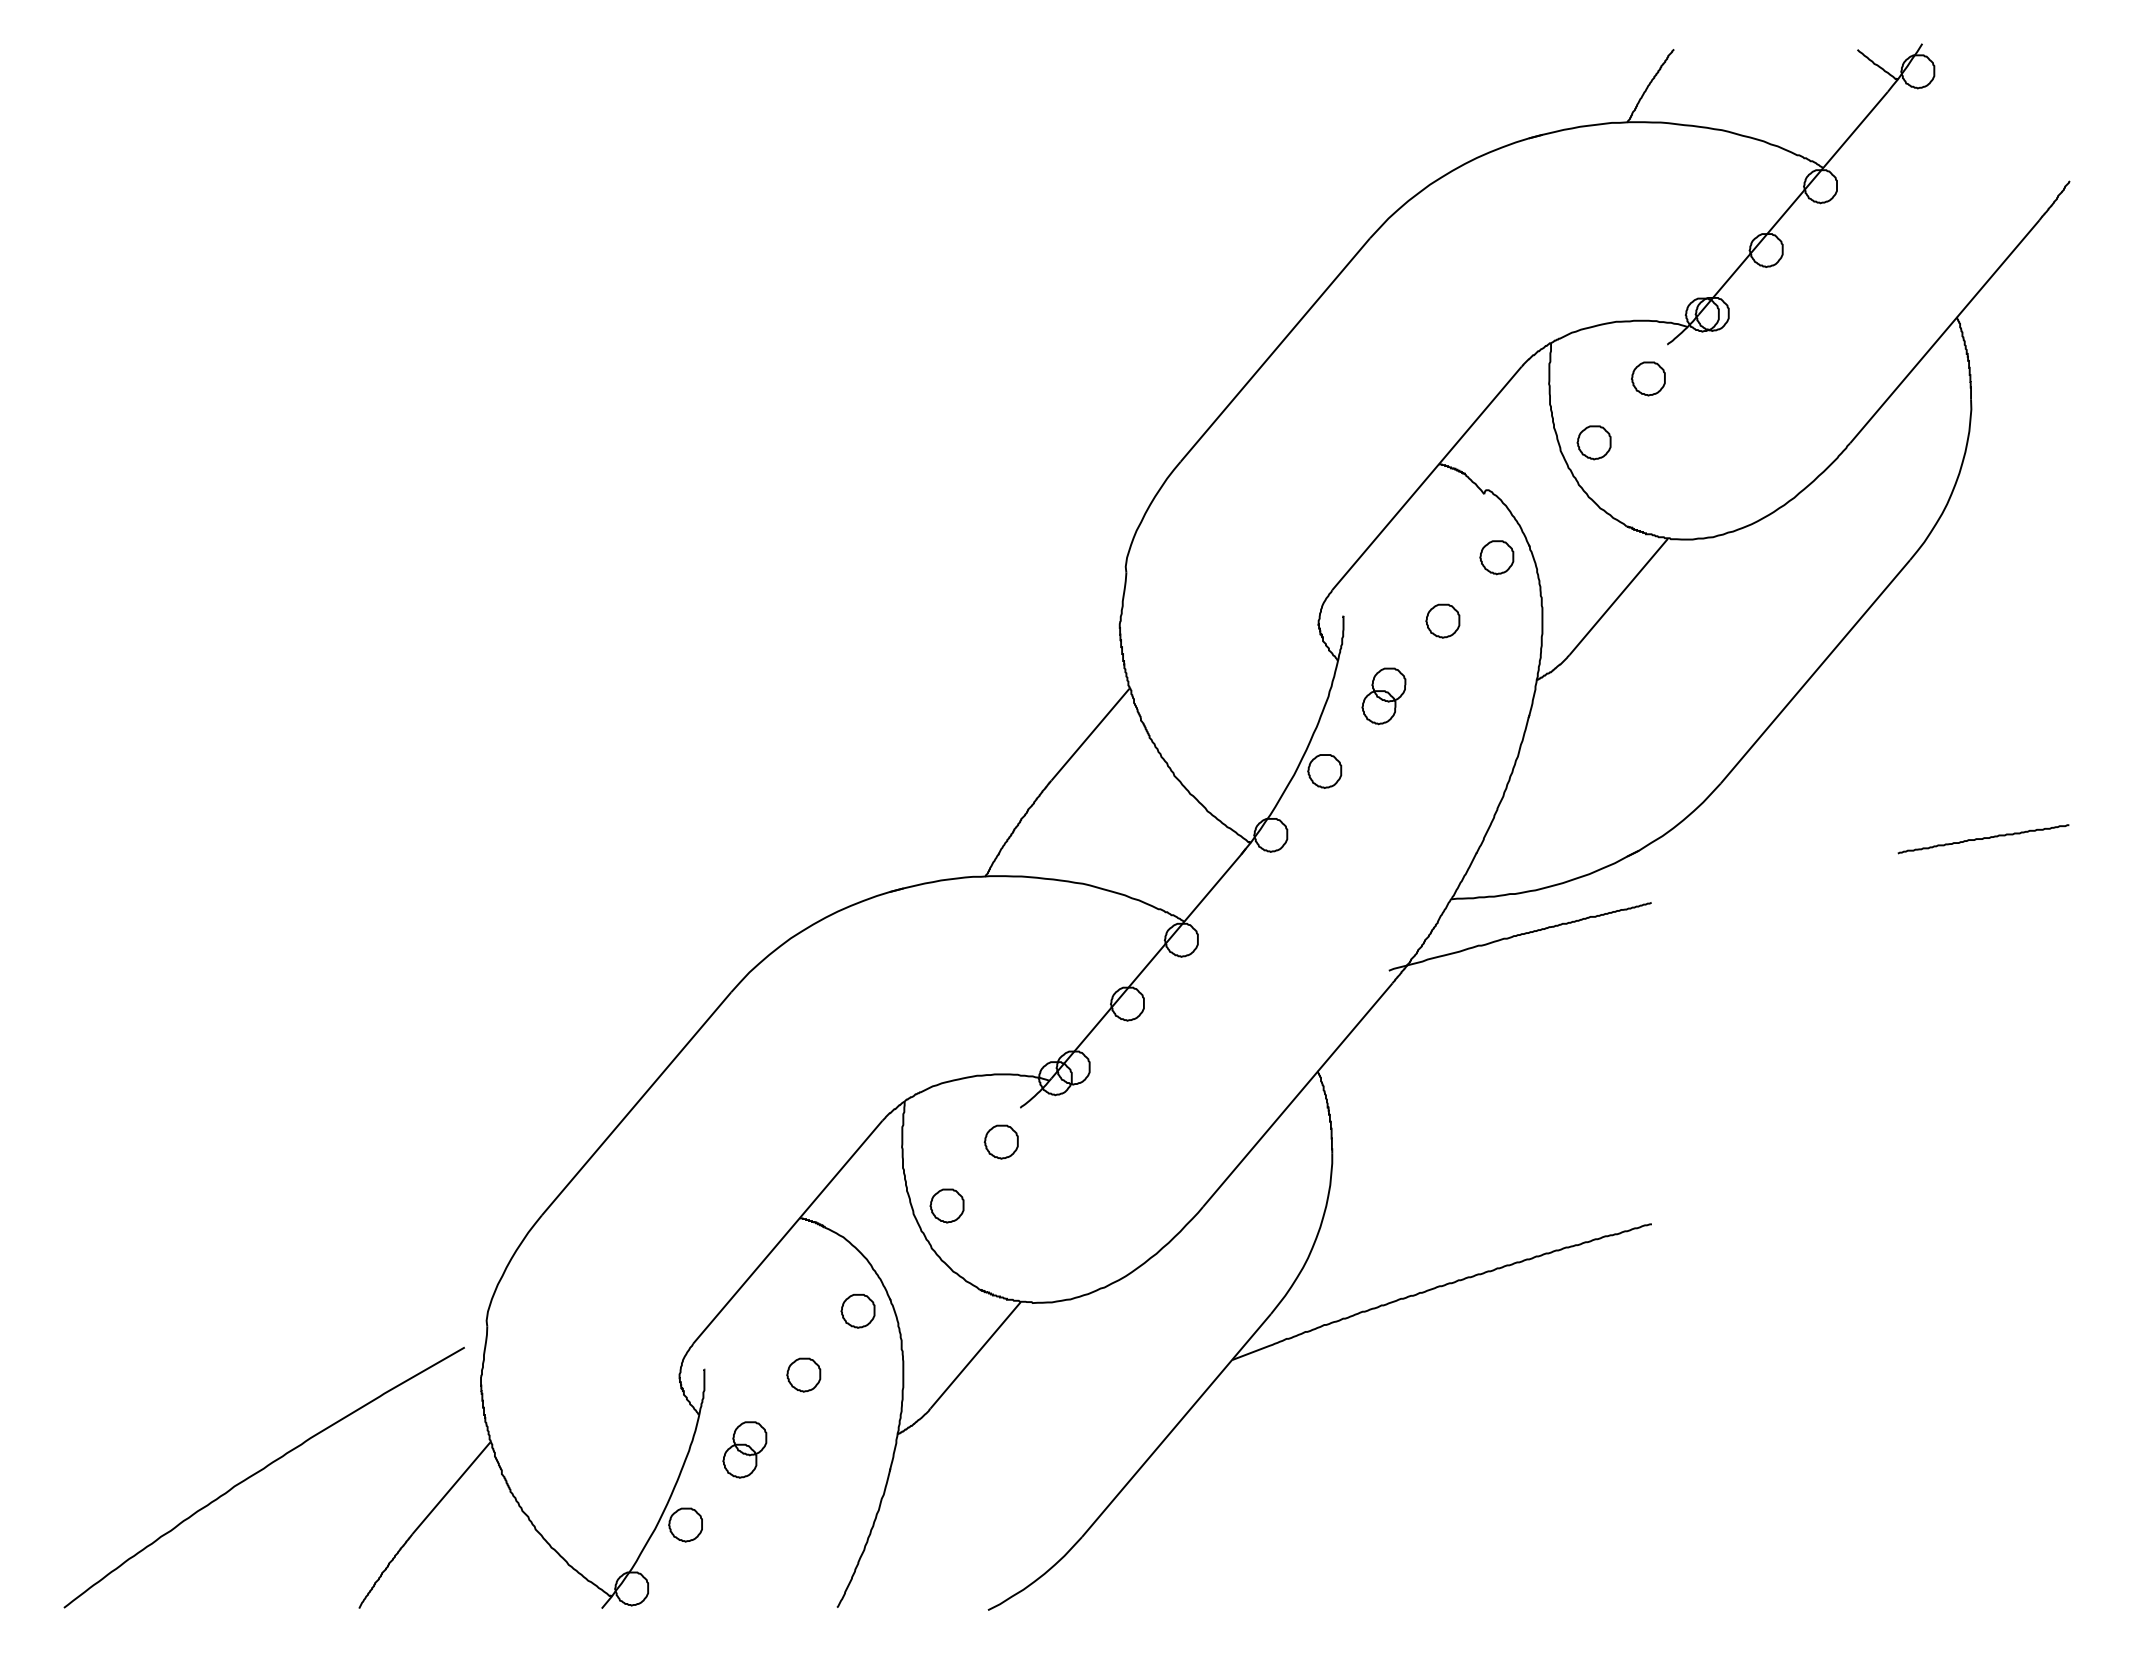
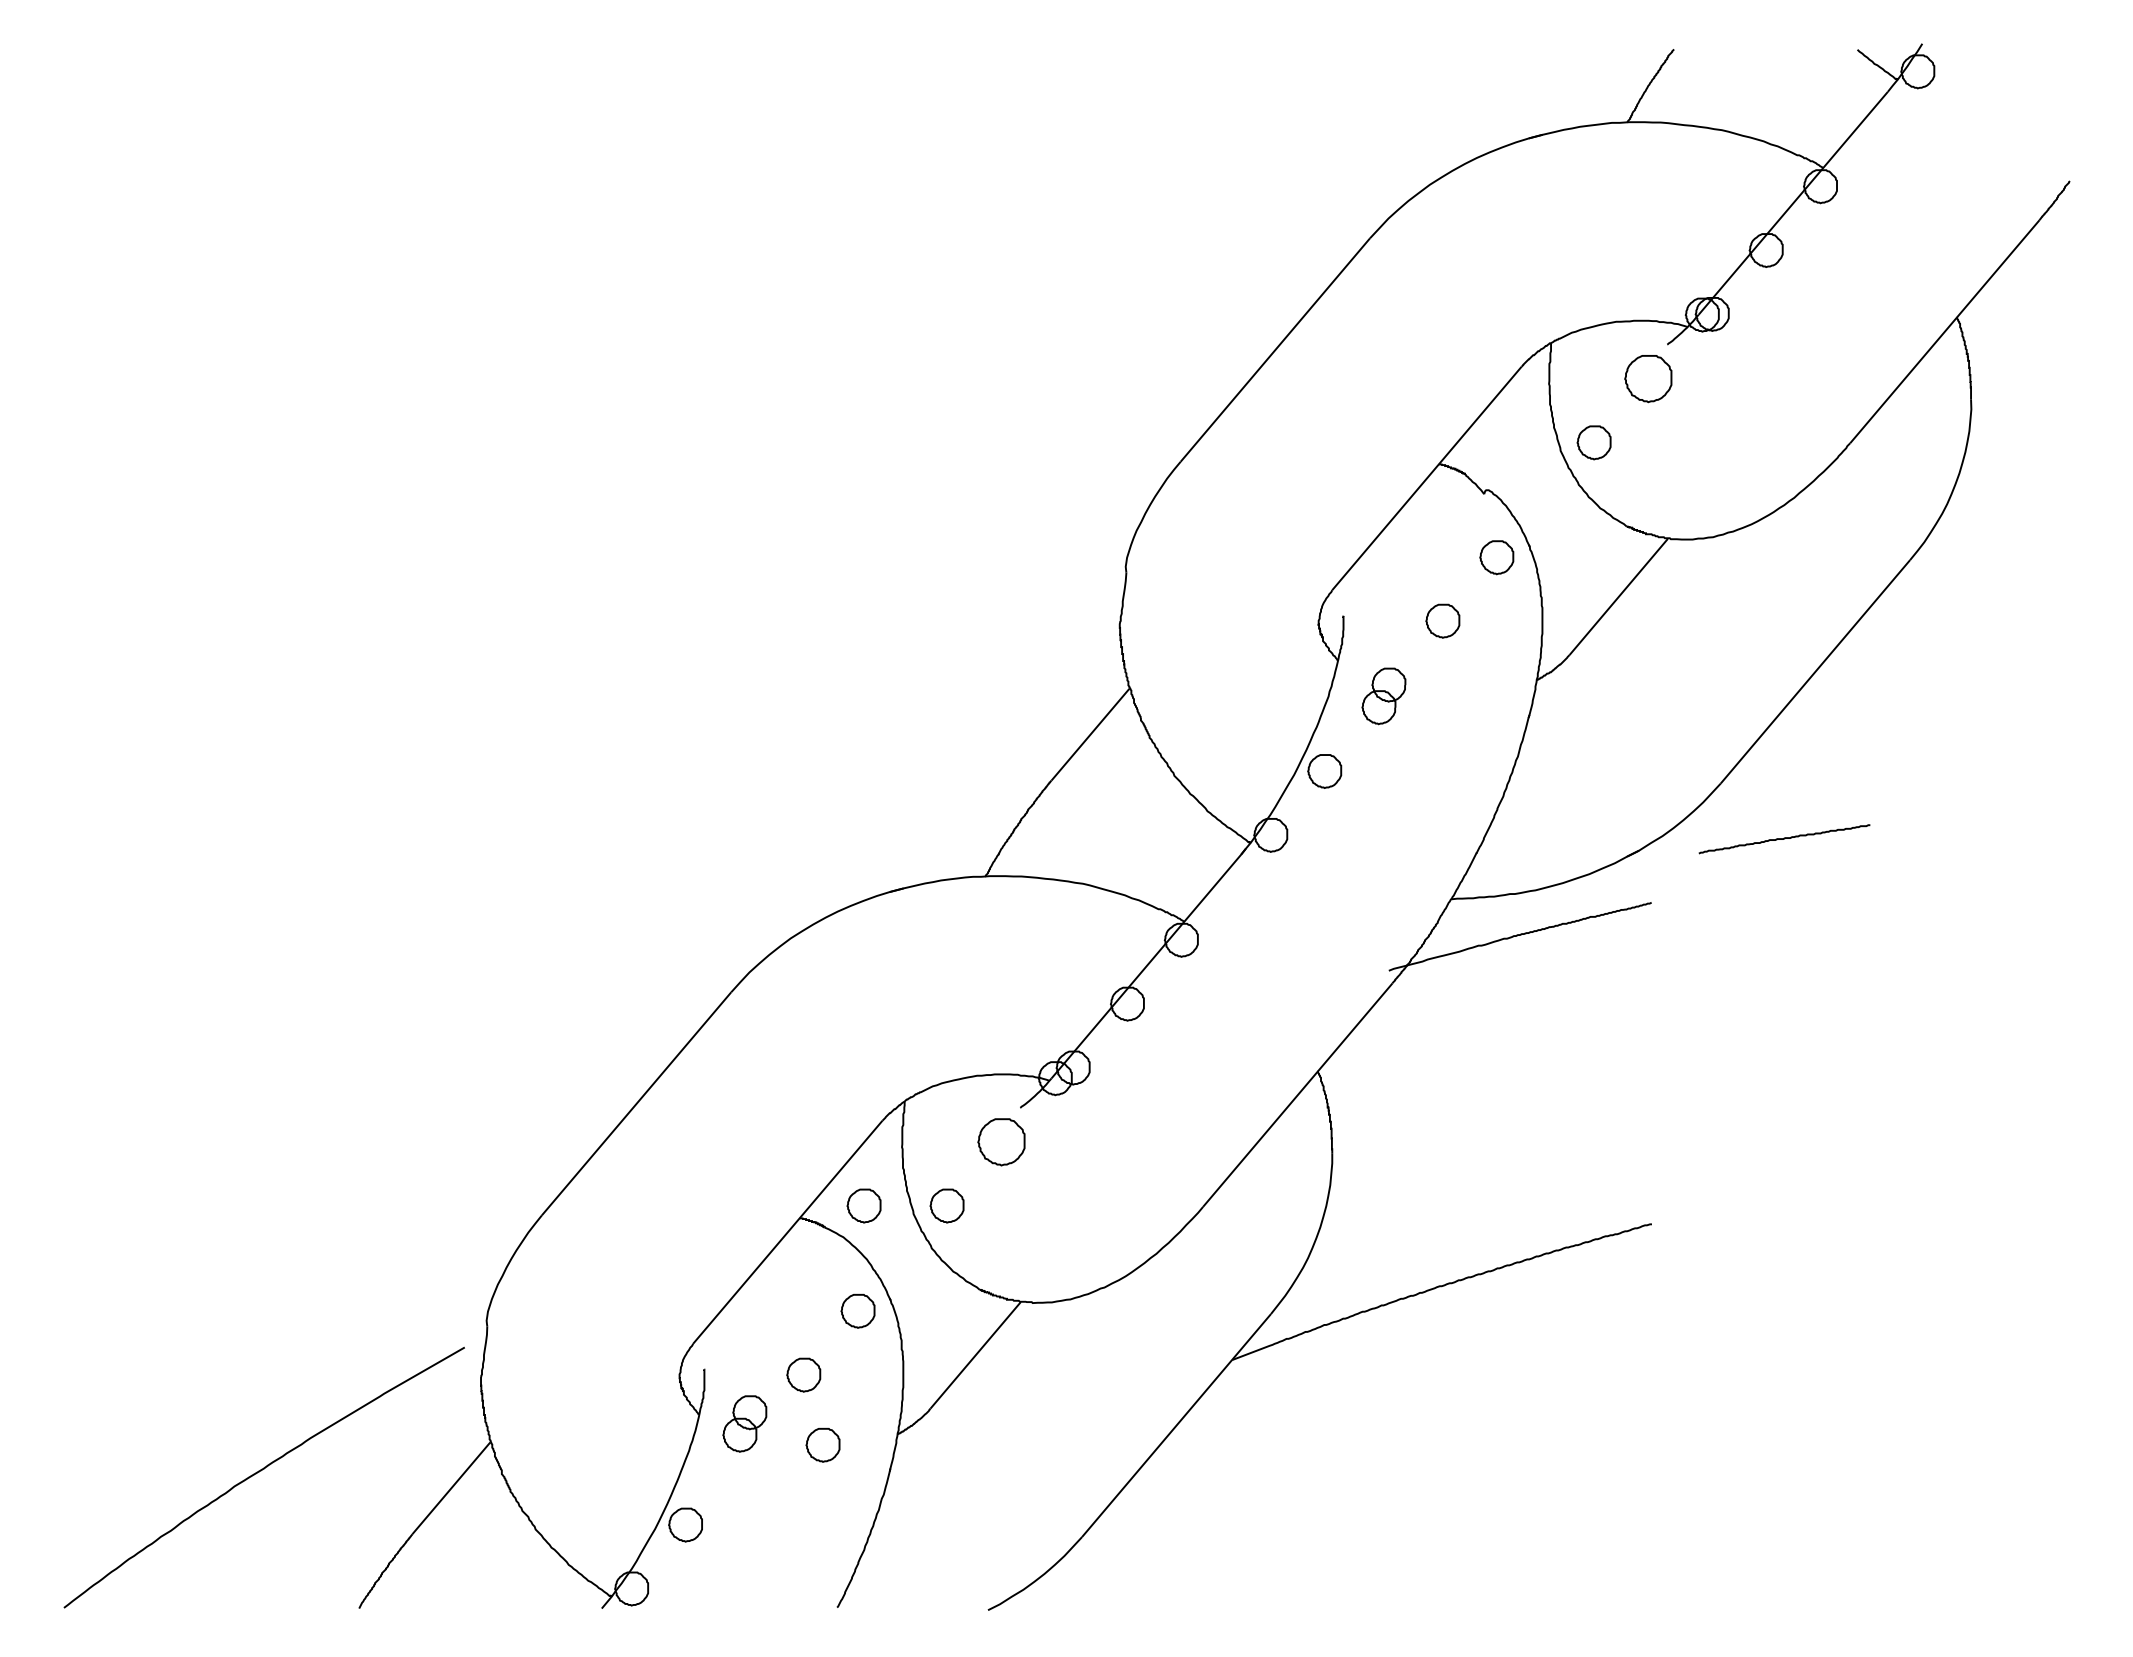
part at (1648, 378) size: 35x36 px -> 49x49 px
curve at (1983, 839) position: (1983, 839) -> (1784, 839)
part at (1000, 1141) size: 36x36 px -> 49x49 px
part at (863, 1205): none -> present
part at (822, 1444): none -> present
part at (744, 1449) position: (744, 1449) -> (744, 1423)
